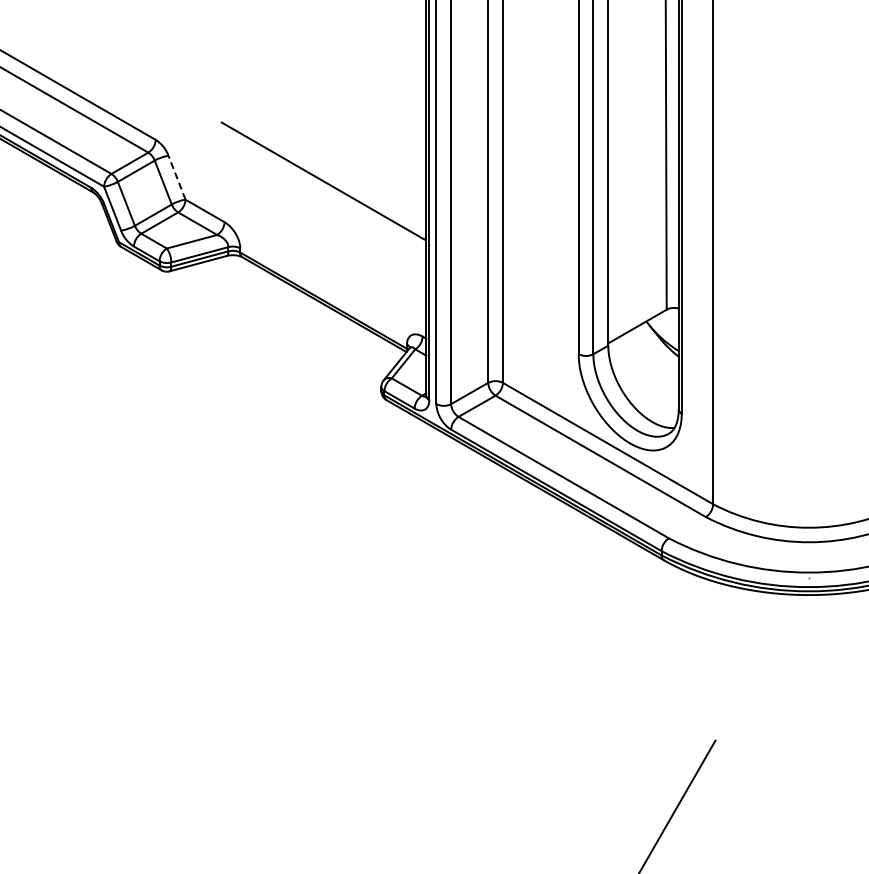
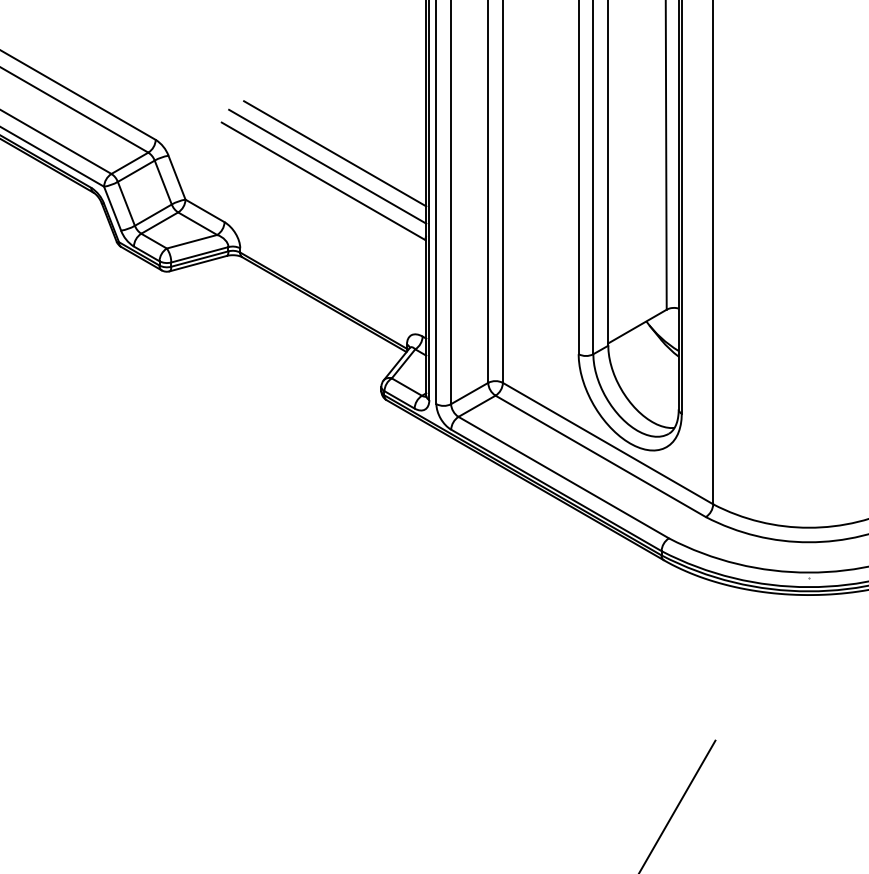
line at (335, 153): none -> present
line at (327, 166): none -> present
line at (177, 177): dashed -> solid
